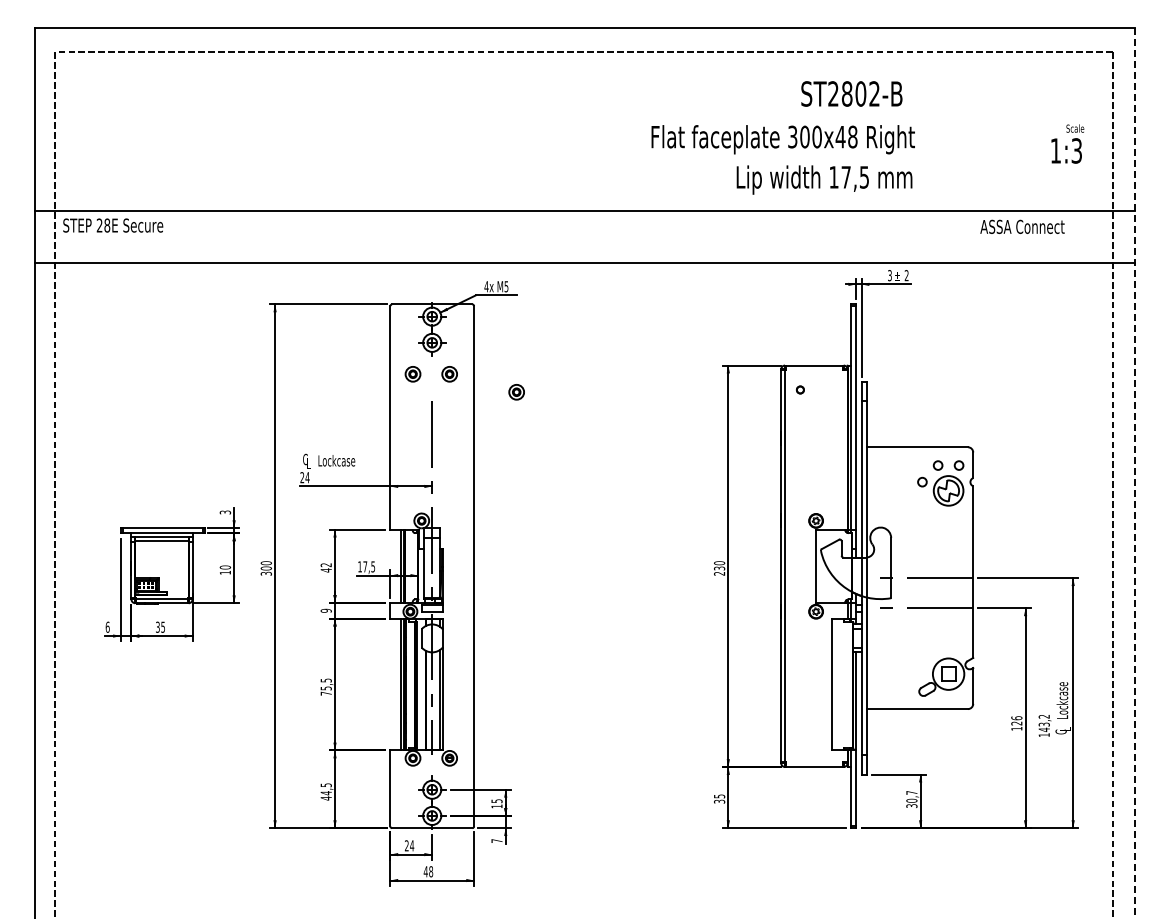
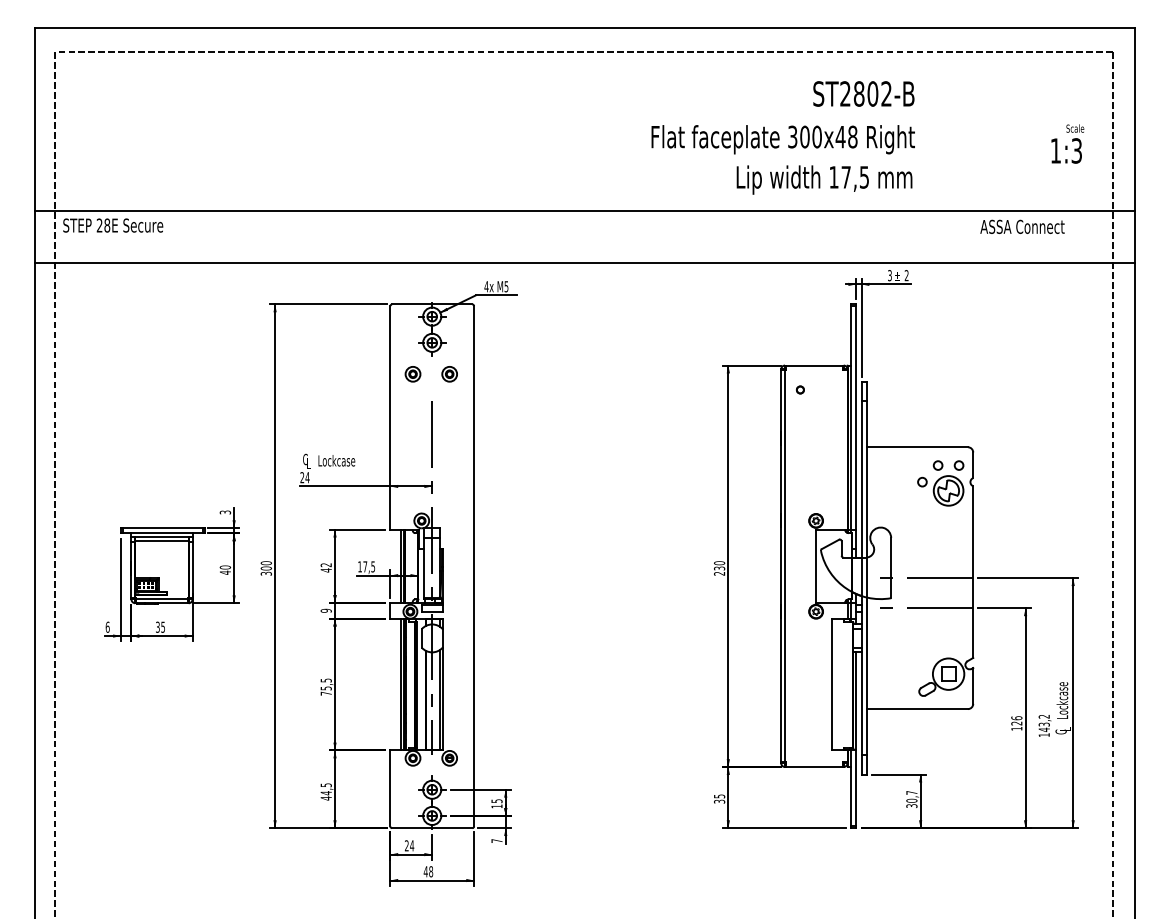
text at (851, 93) position: (851, 93) -> (863, 93)
part at (516, 392): present -> none
line at (1134, 473): dashed -> solid
text at (225, 572): 10 -> 40
